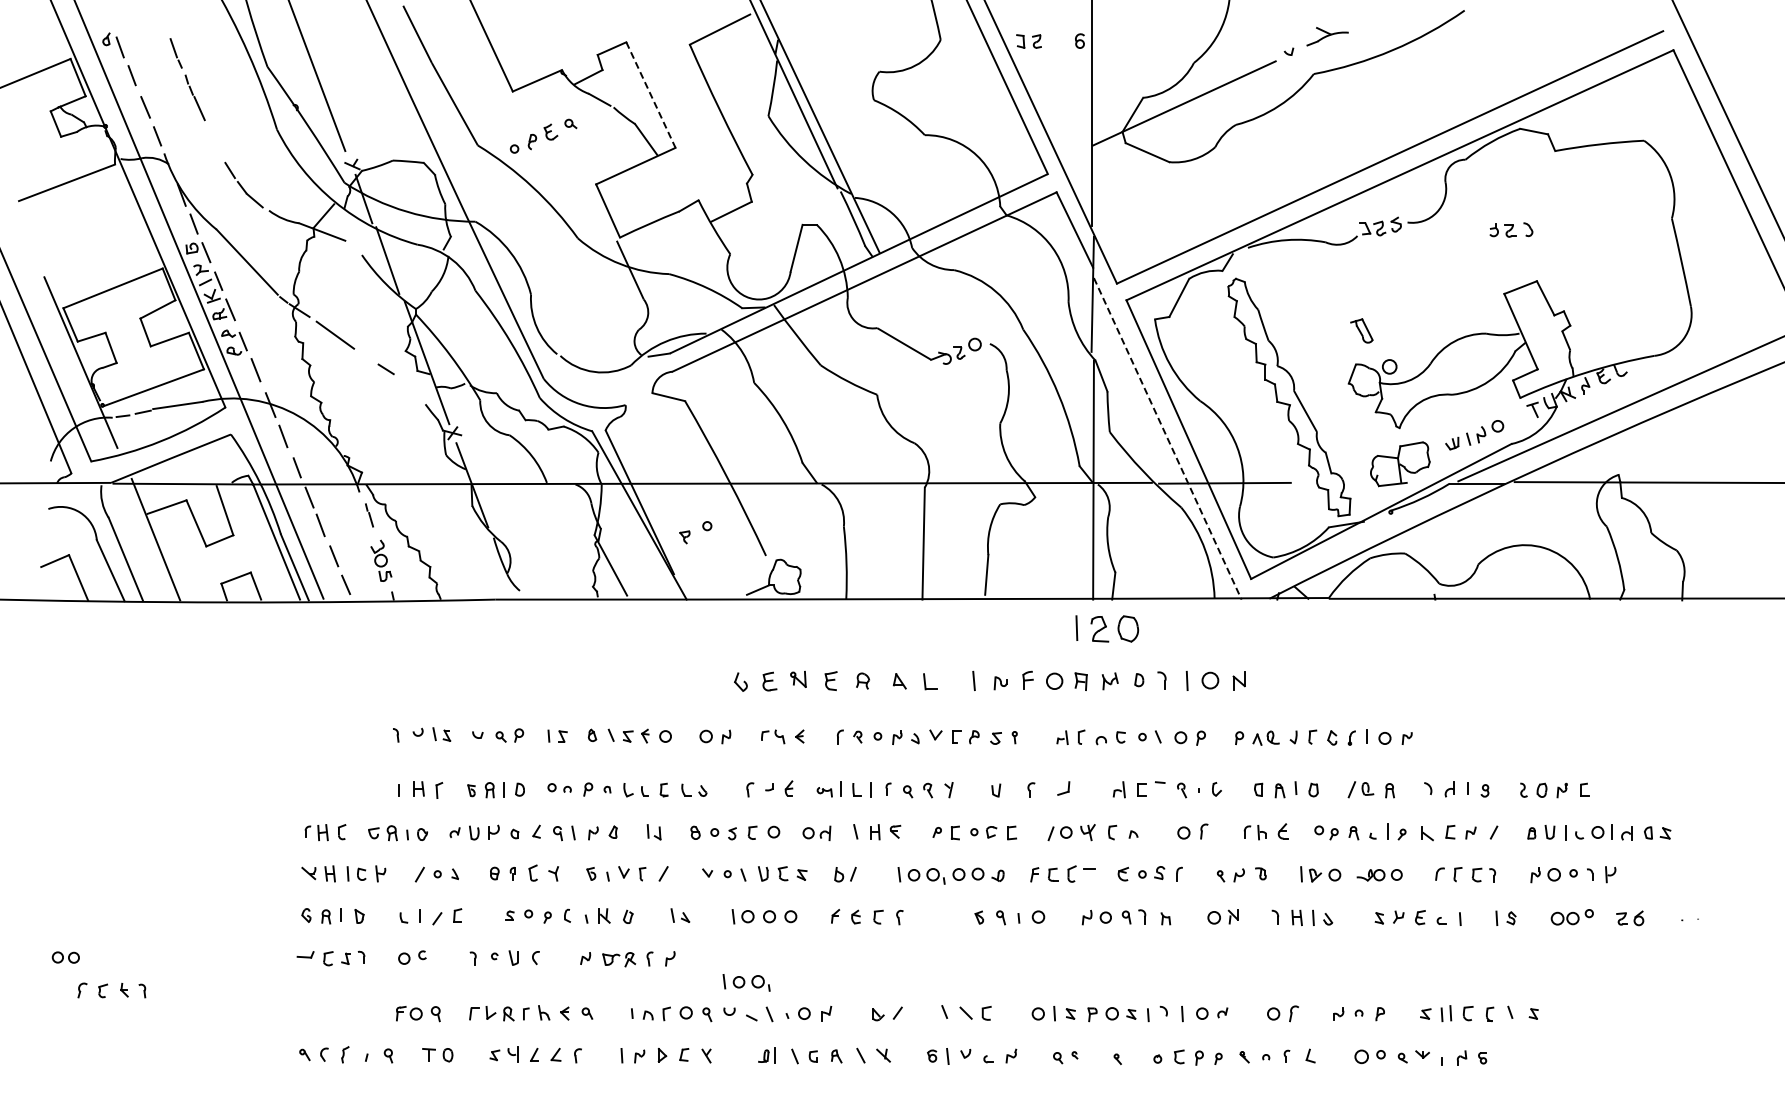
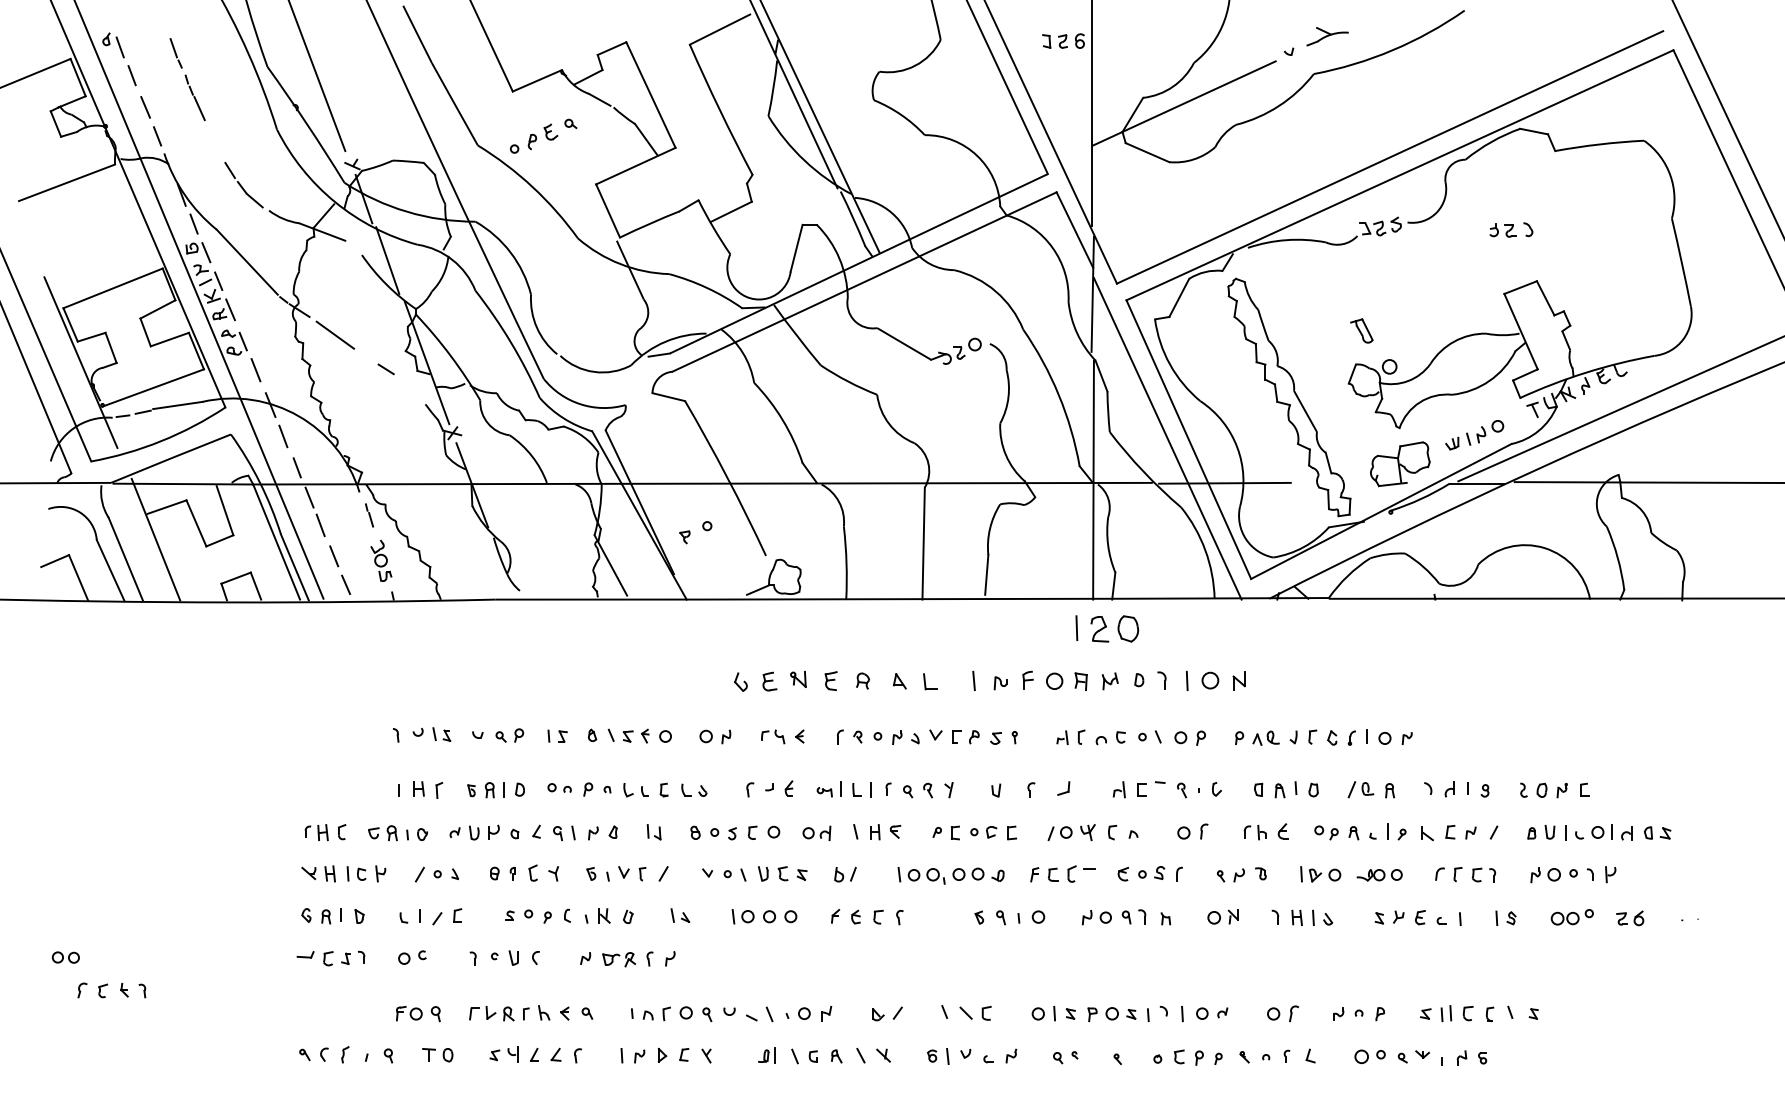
part at (1028, 41) position: (1028, 41) -> (1054, 41)
line at (651, 95): dashed -> solid
line at (1167, 438): dashed -> solid
part at (746, 982): present -> none
